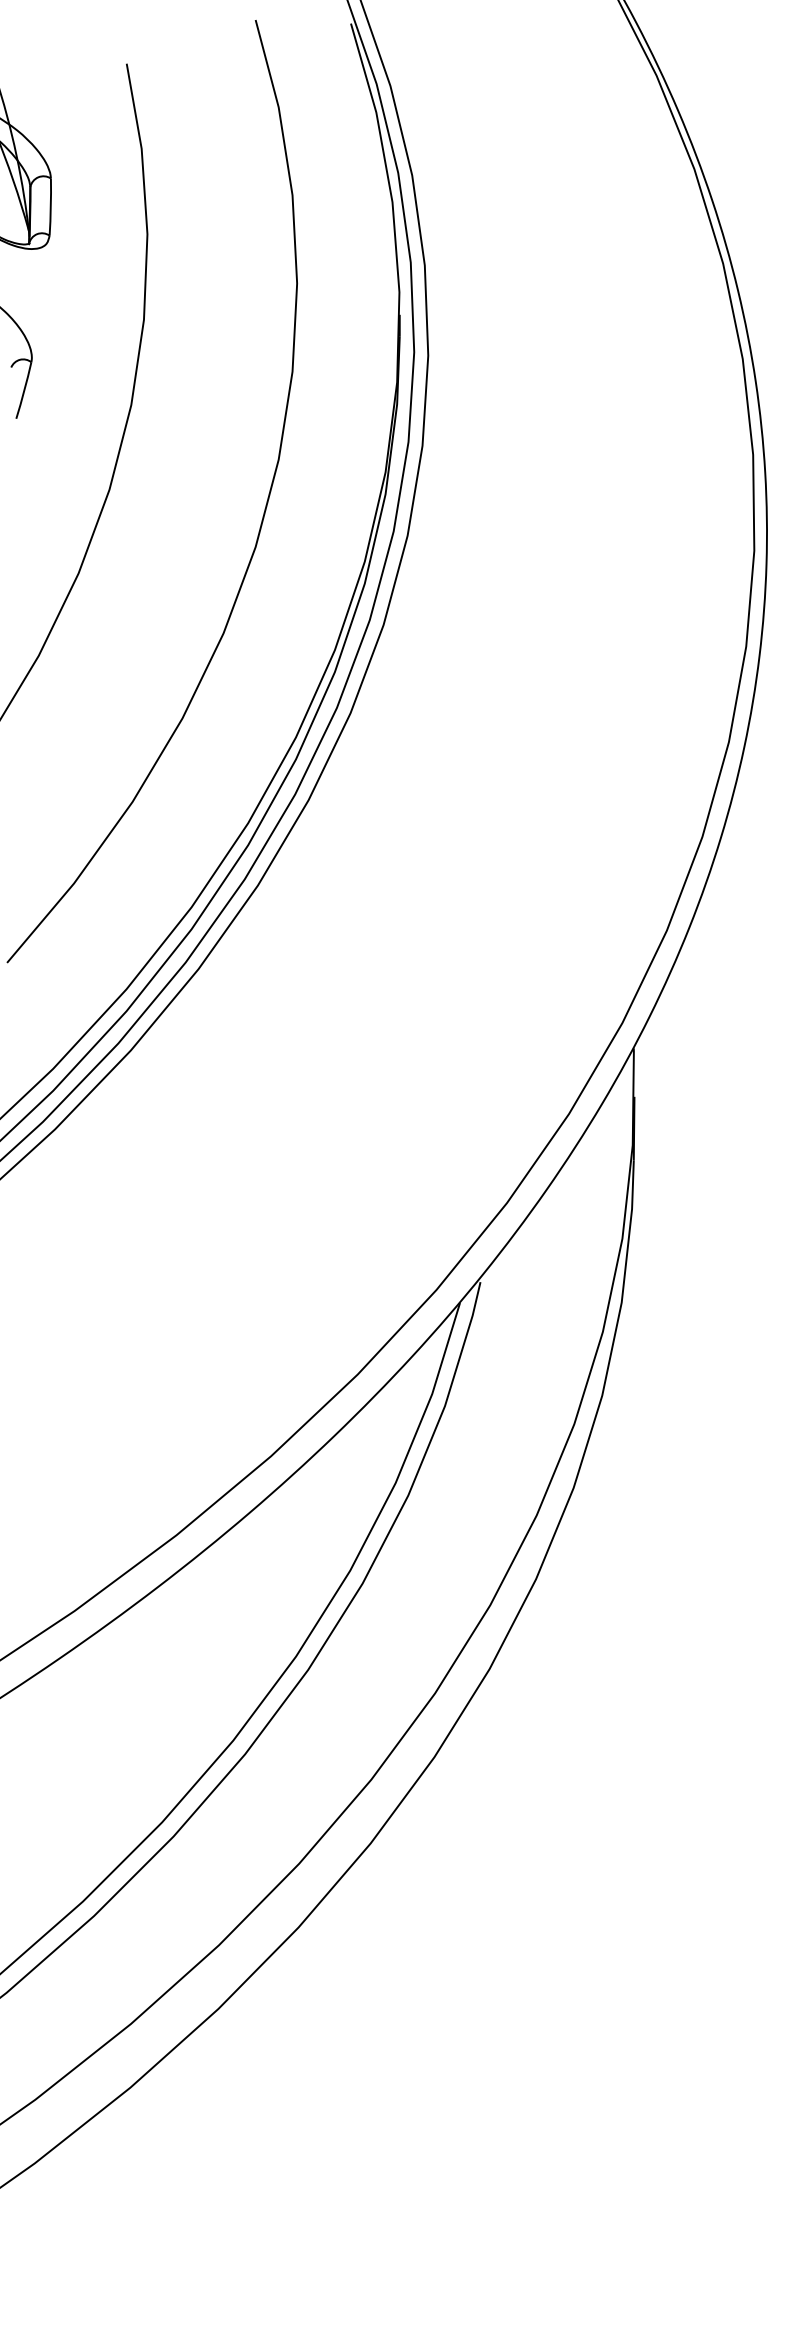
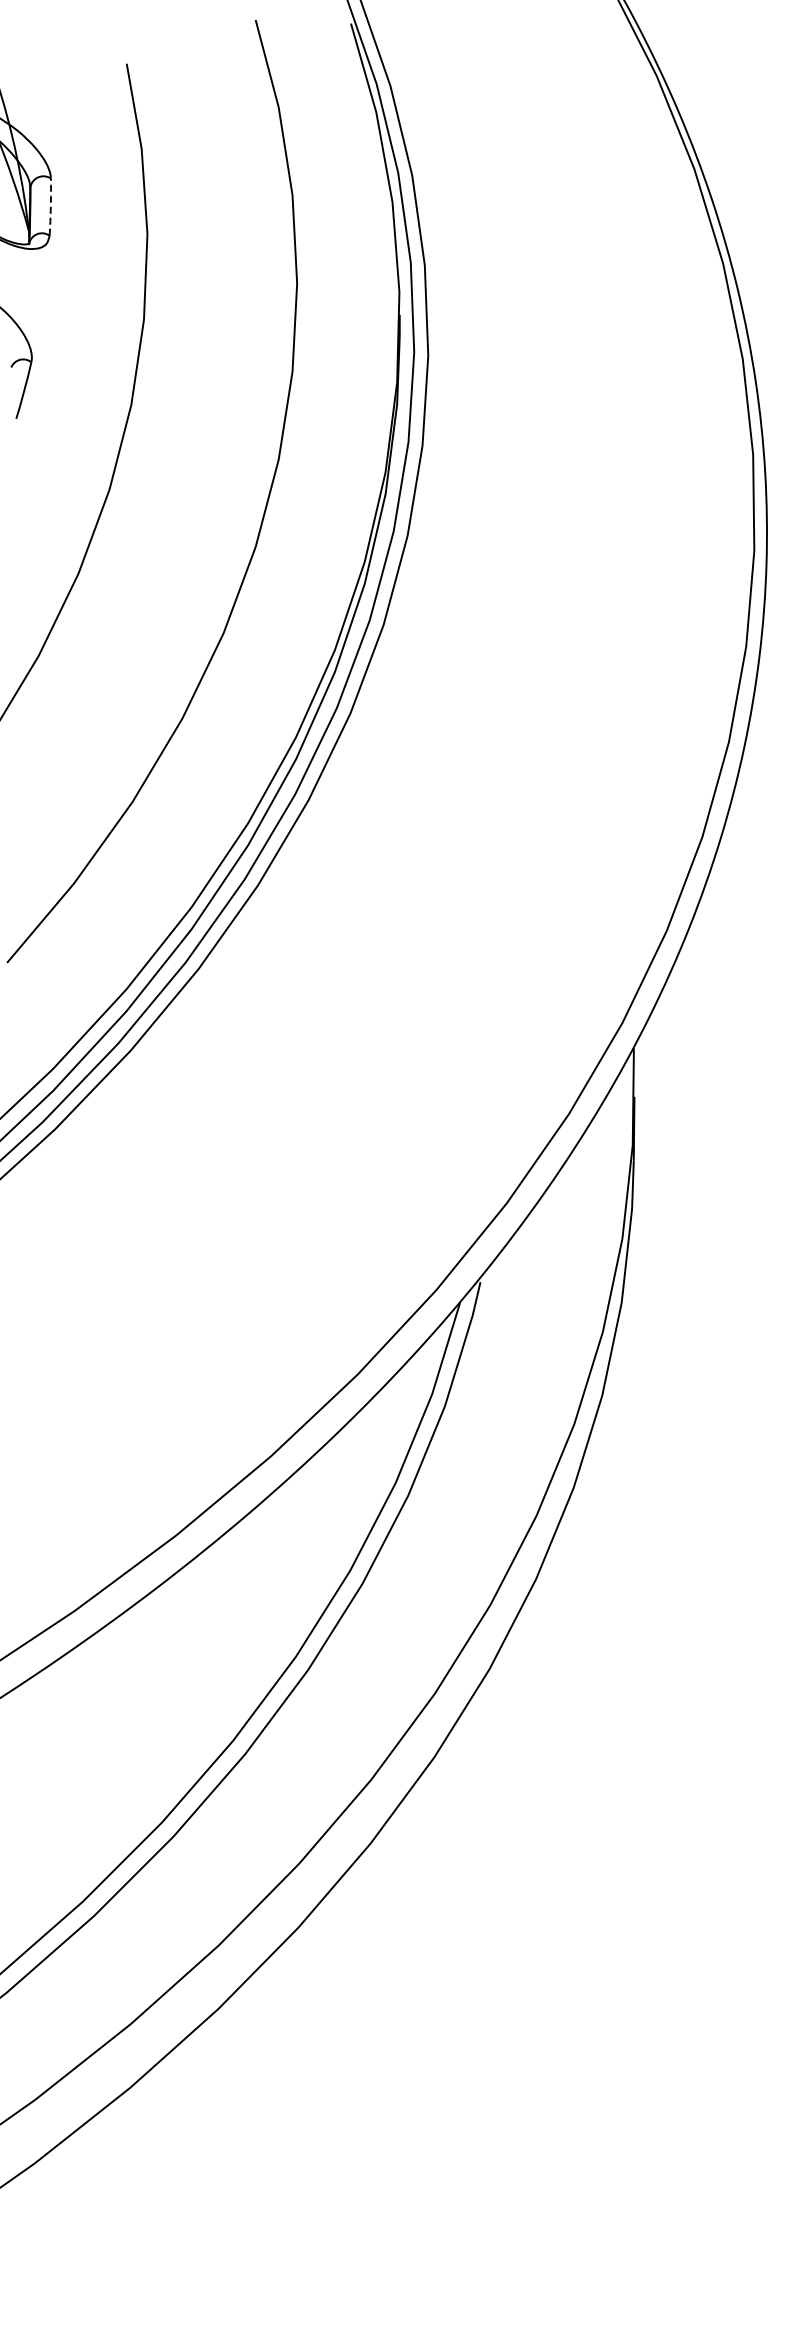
arc at (50, 207): solid -> dashed
